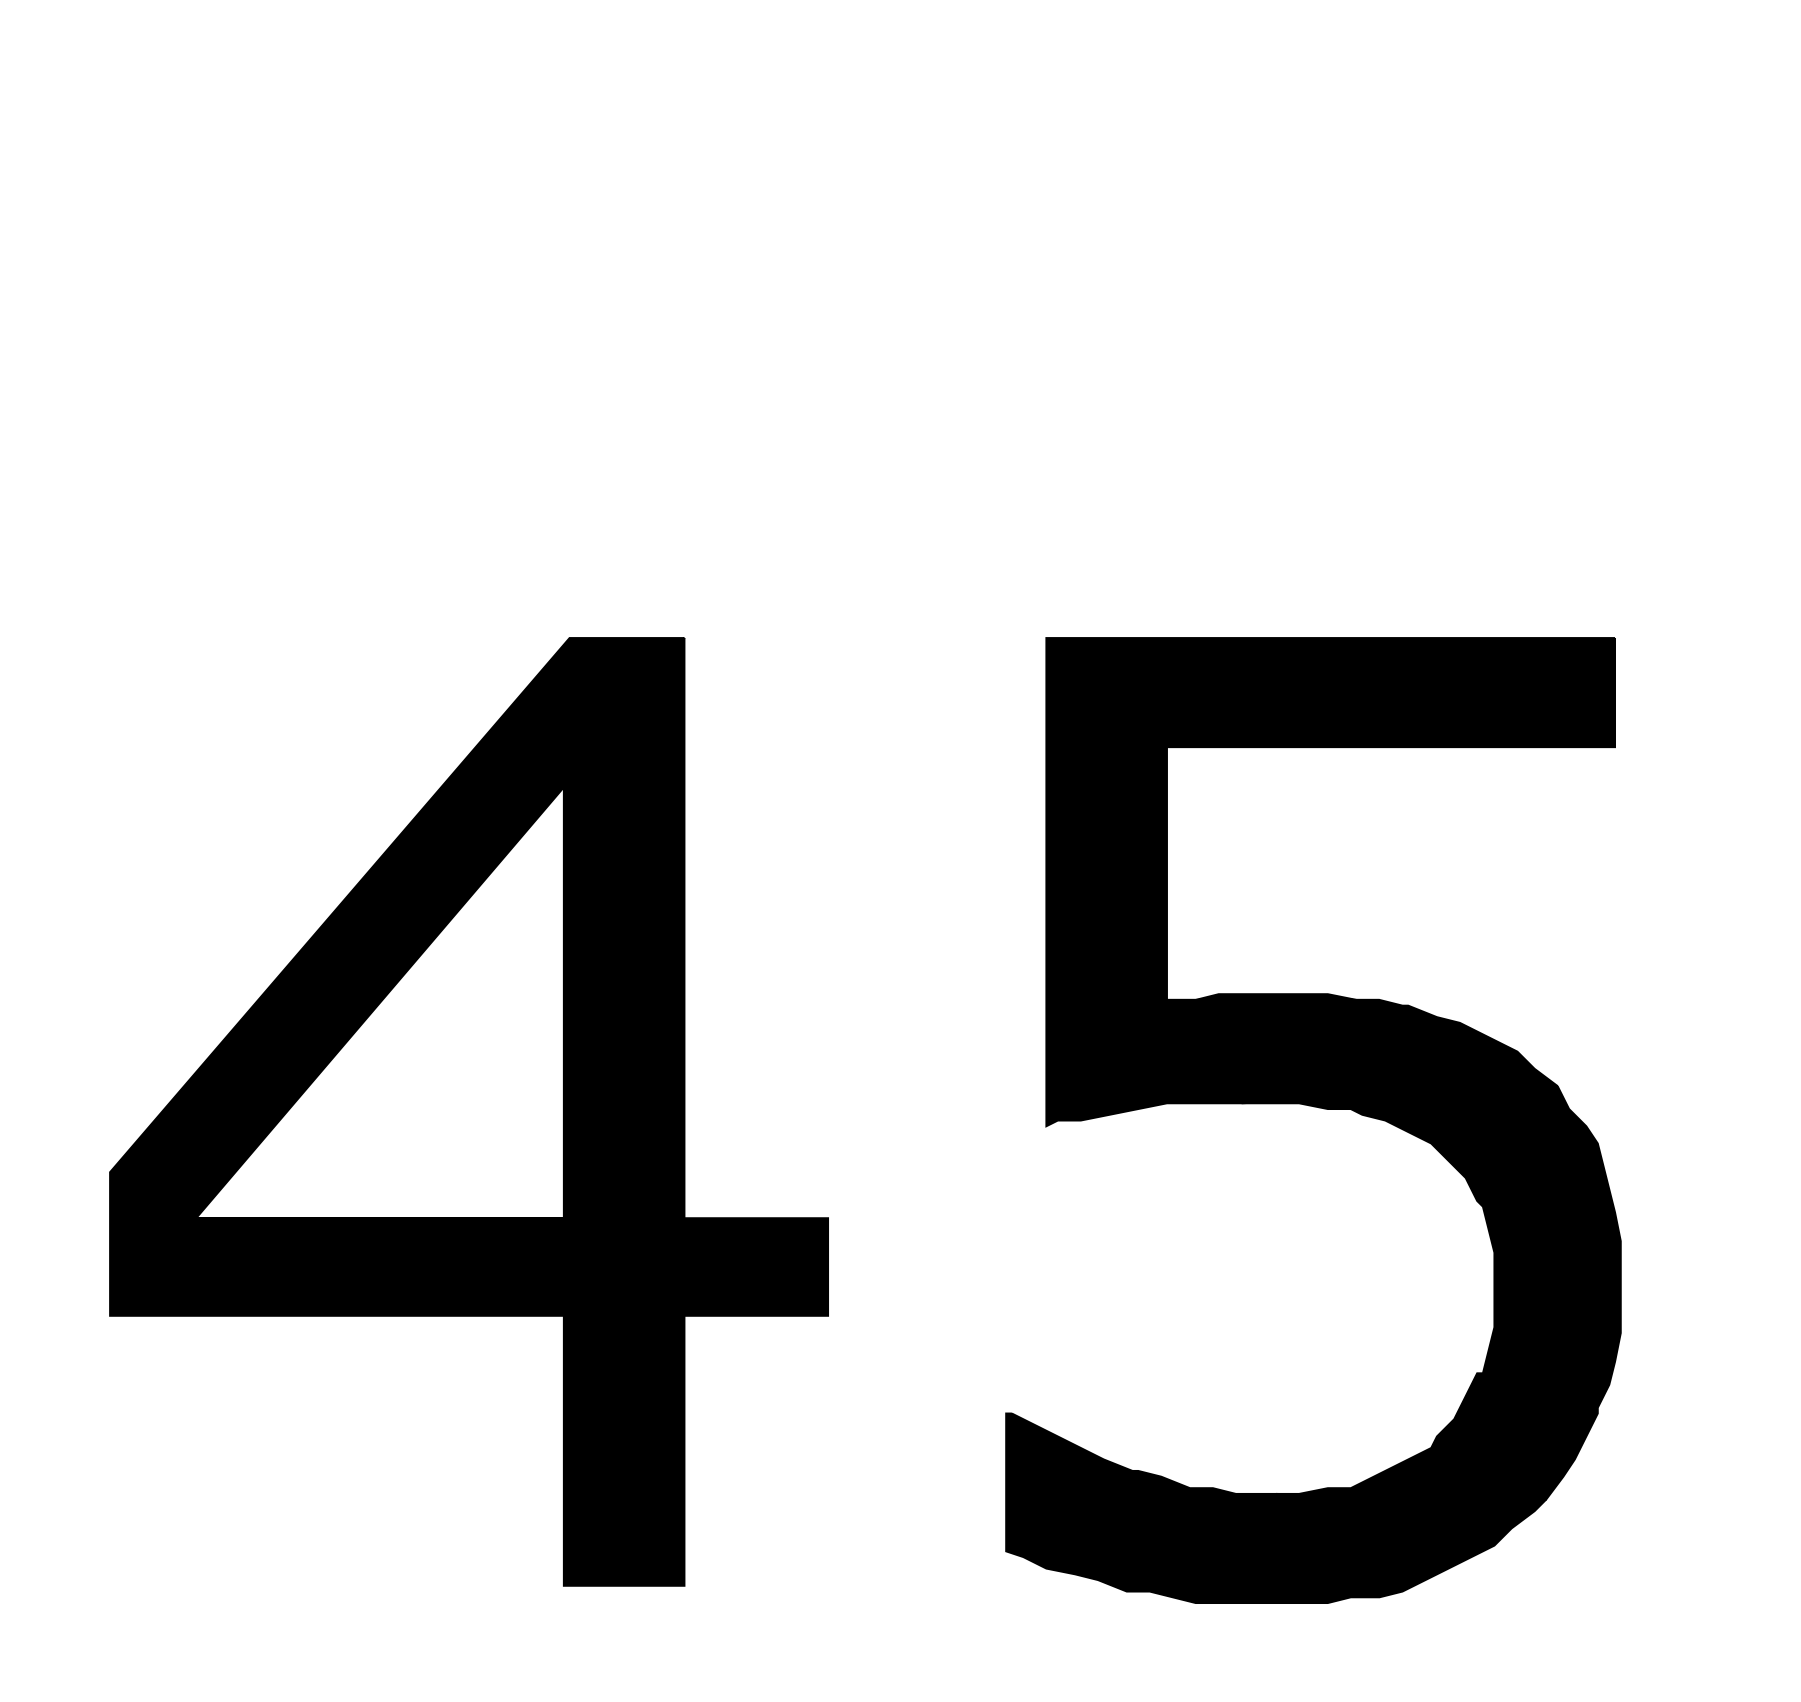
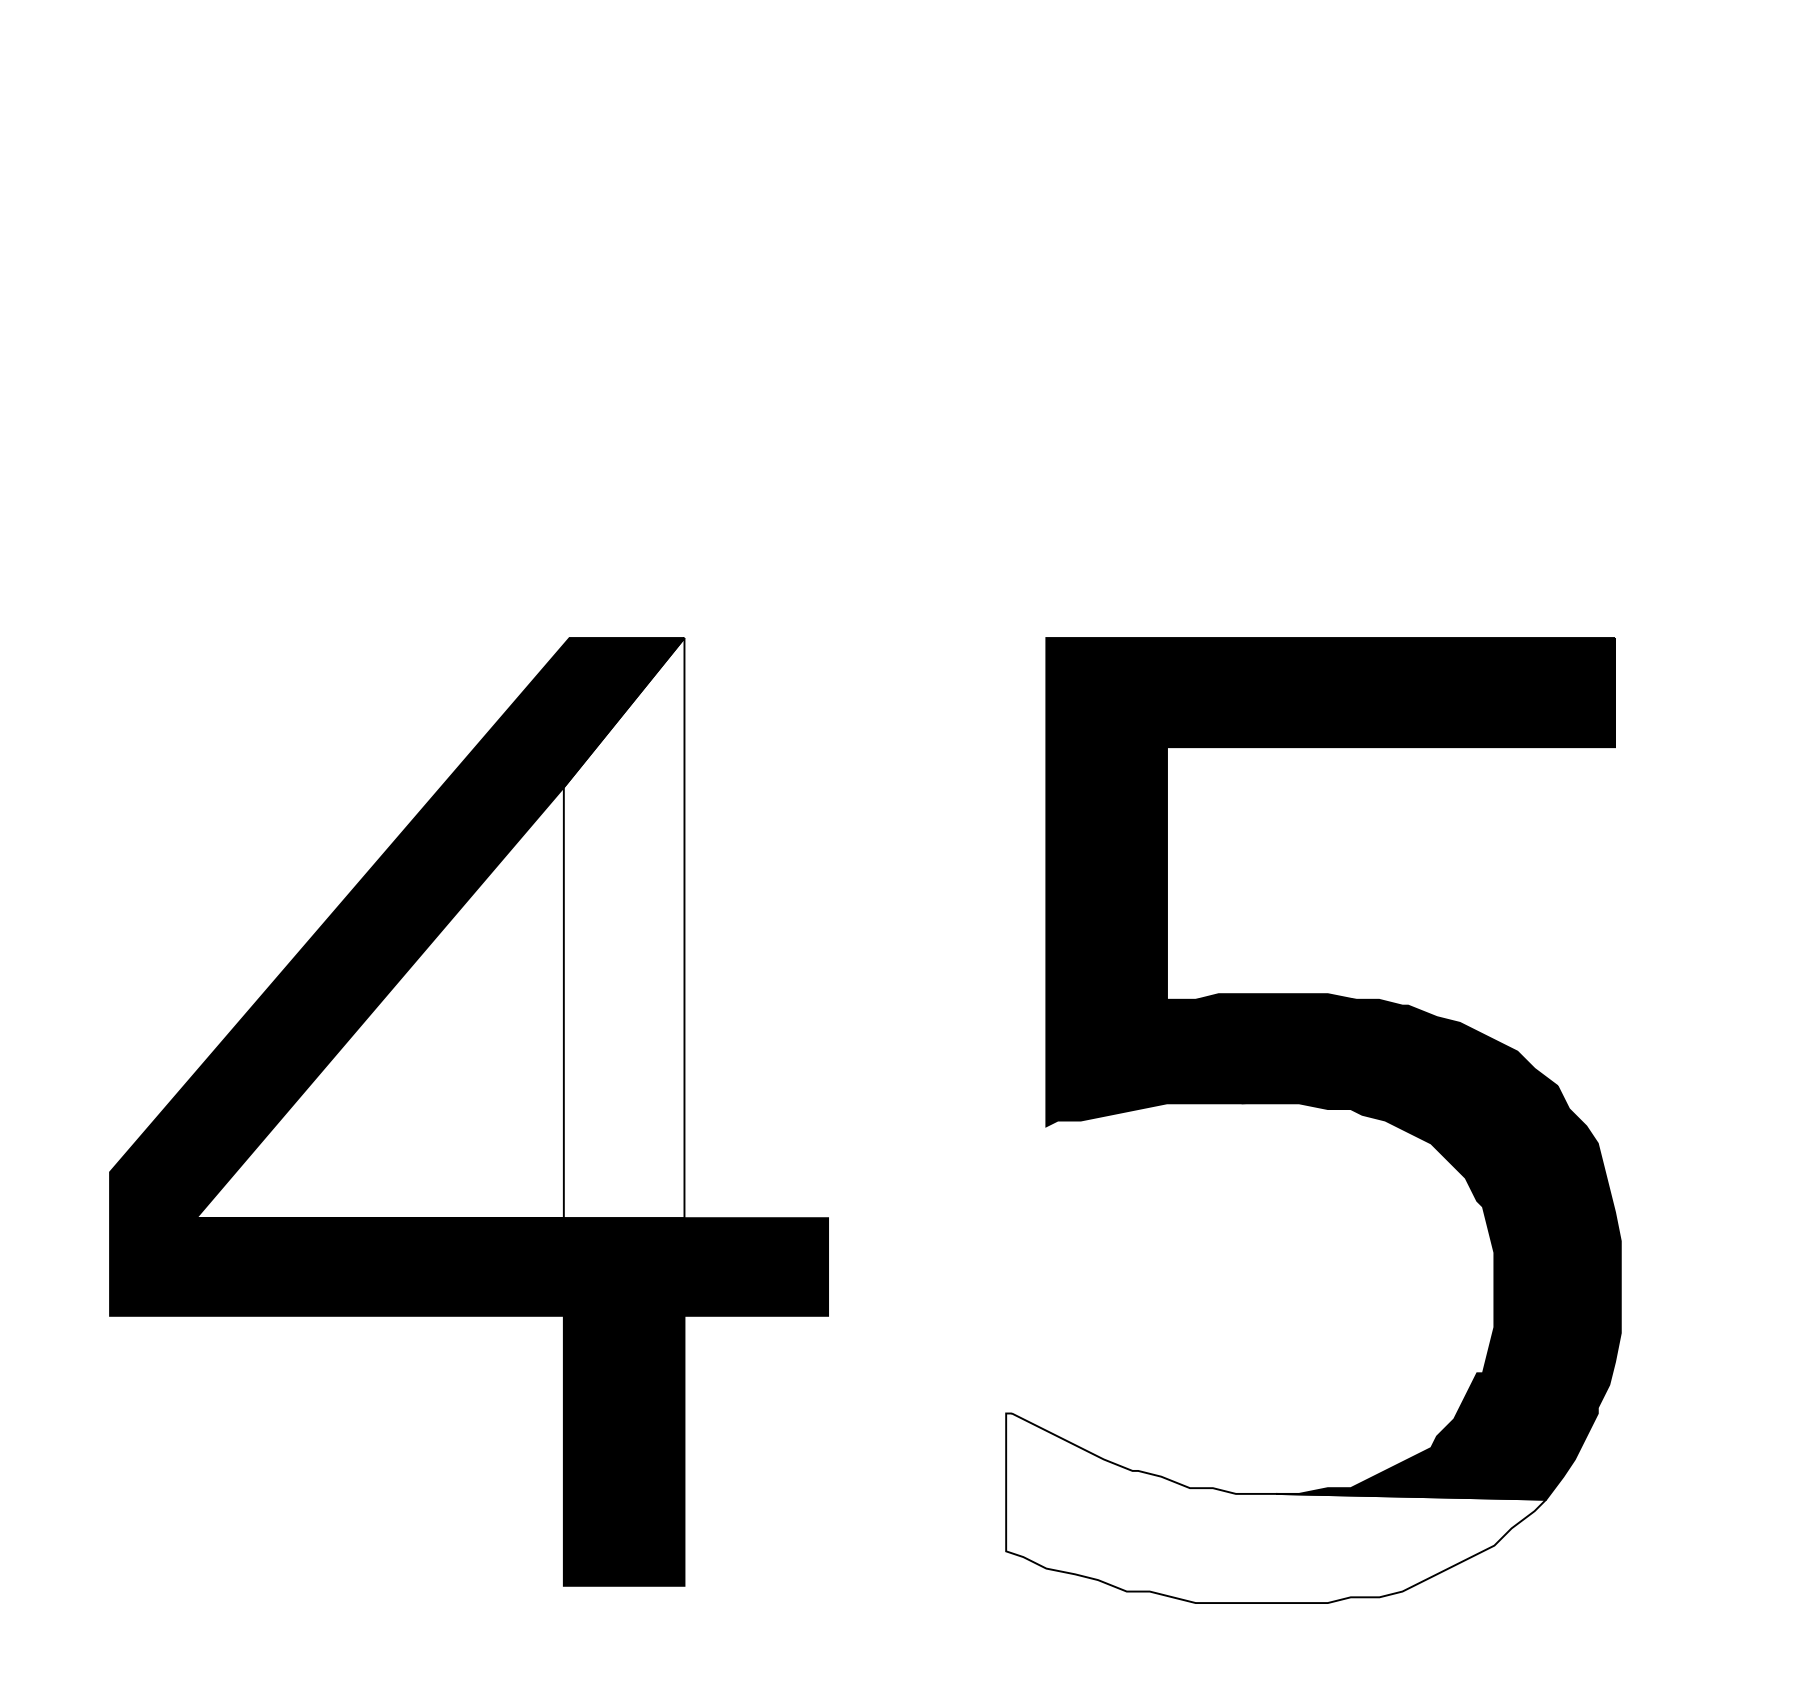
fill at (440, 928): present -> none
fill at (1276, 1508): present -> none
